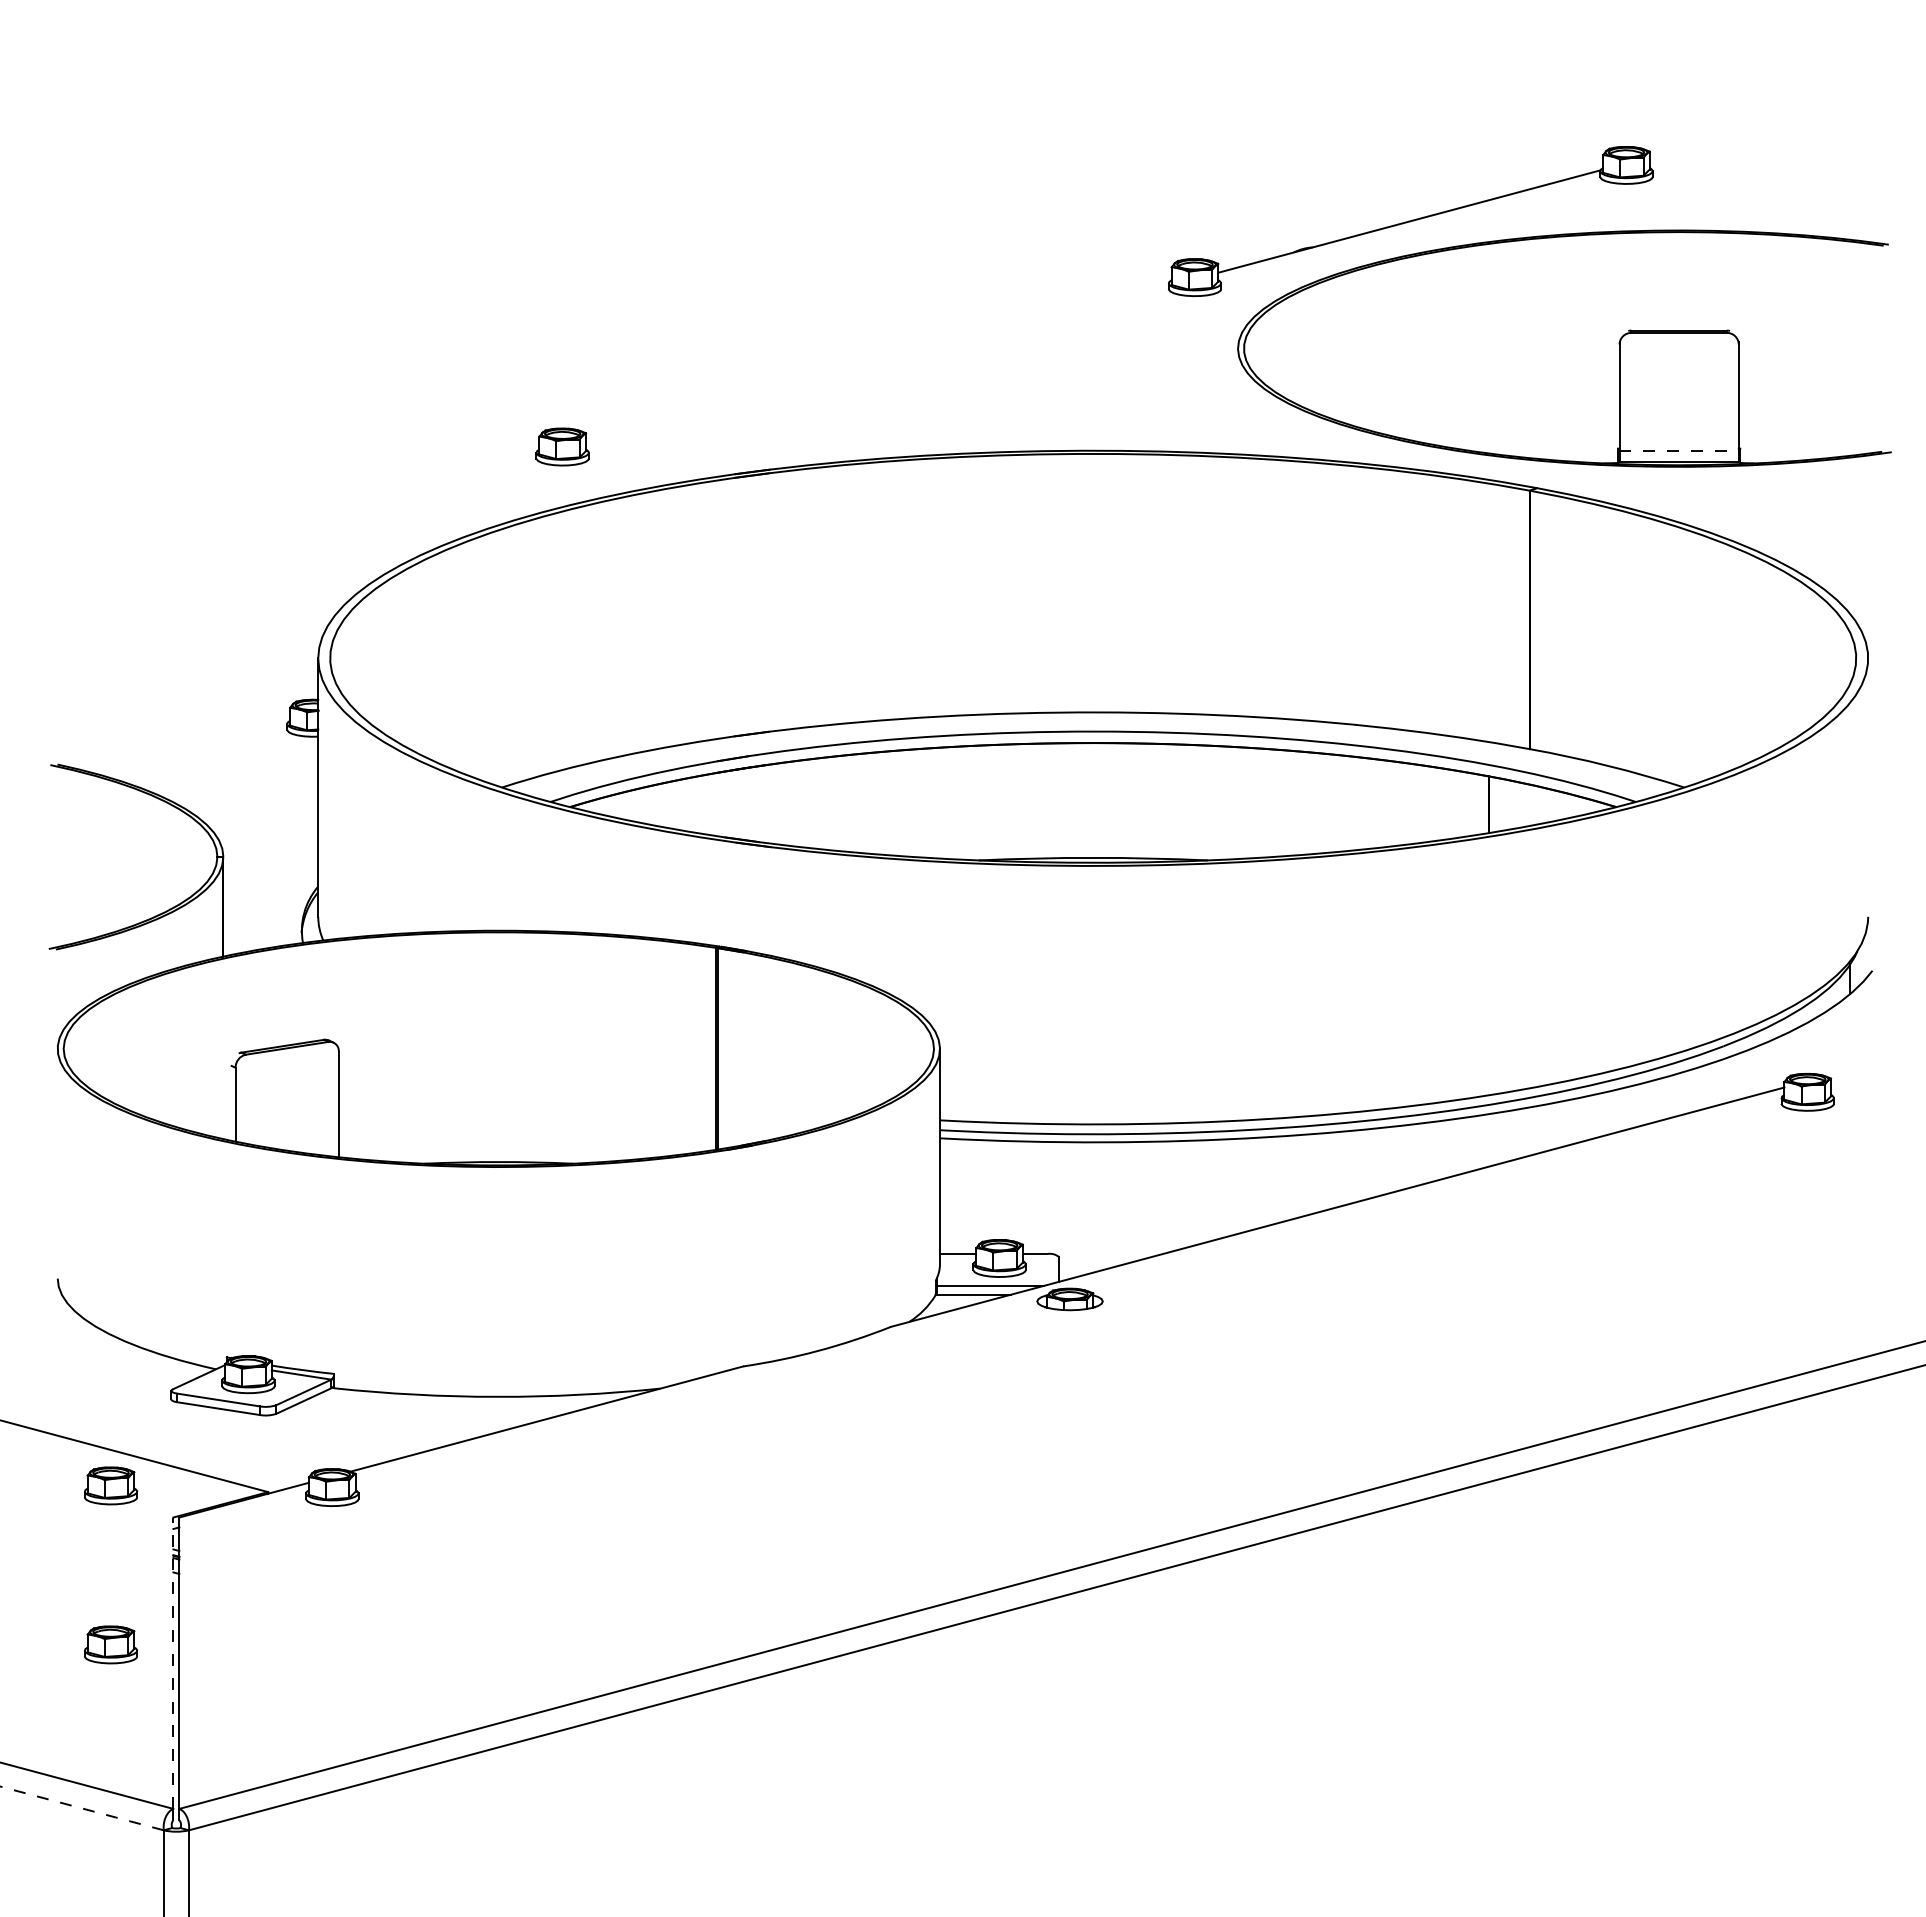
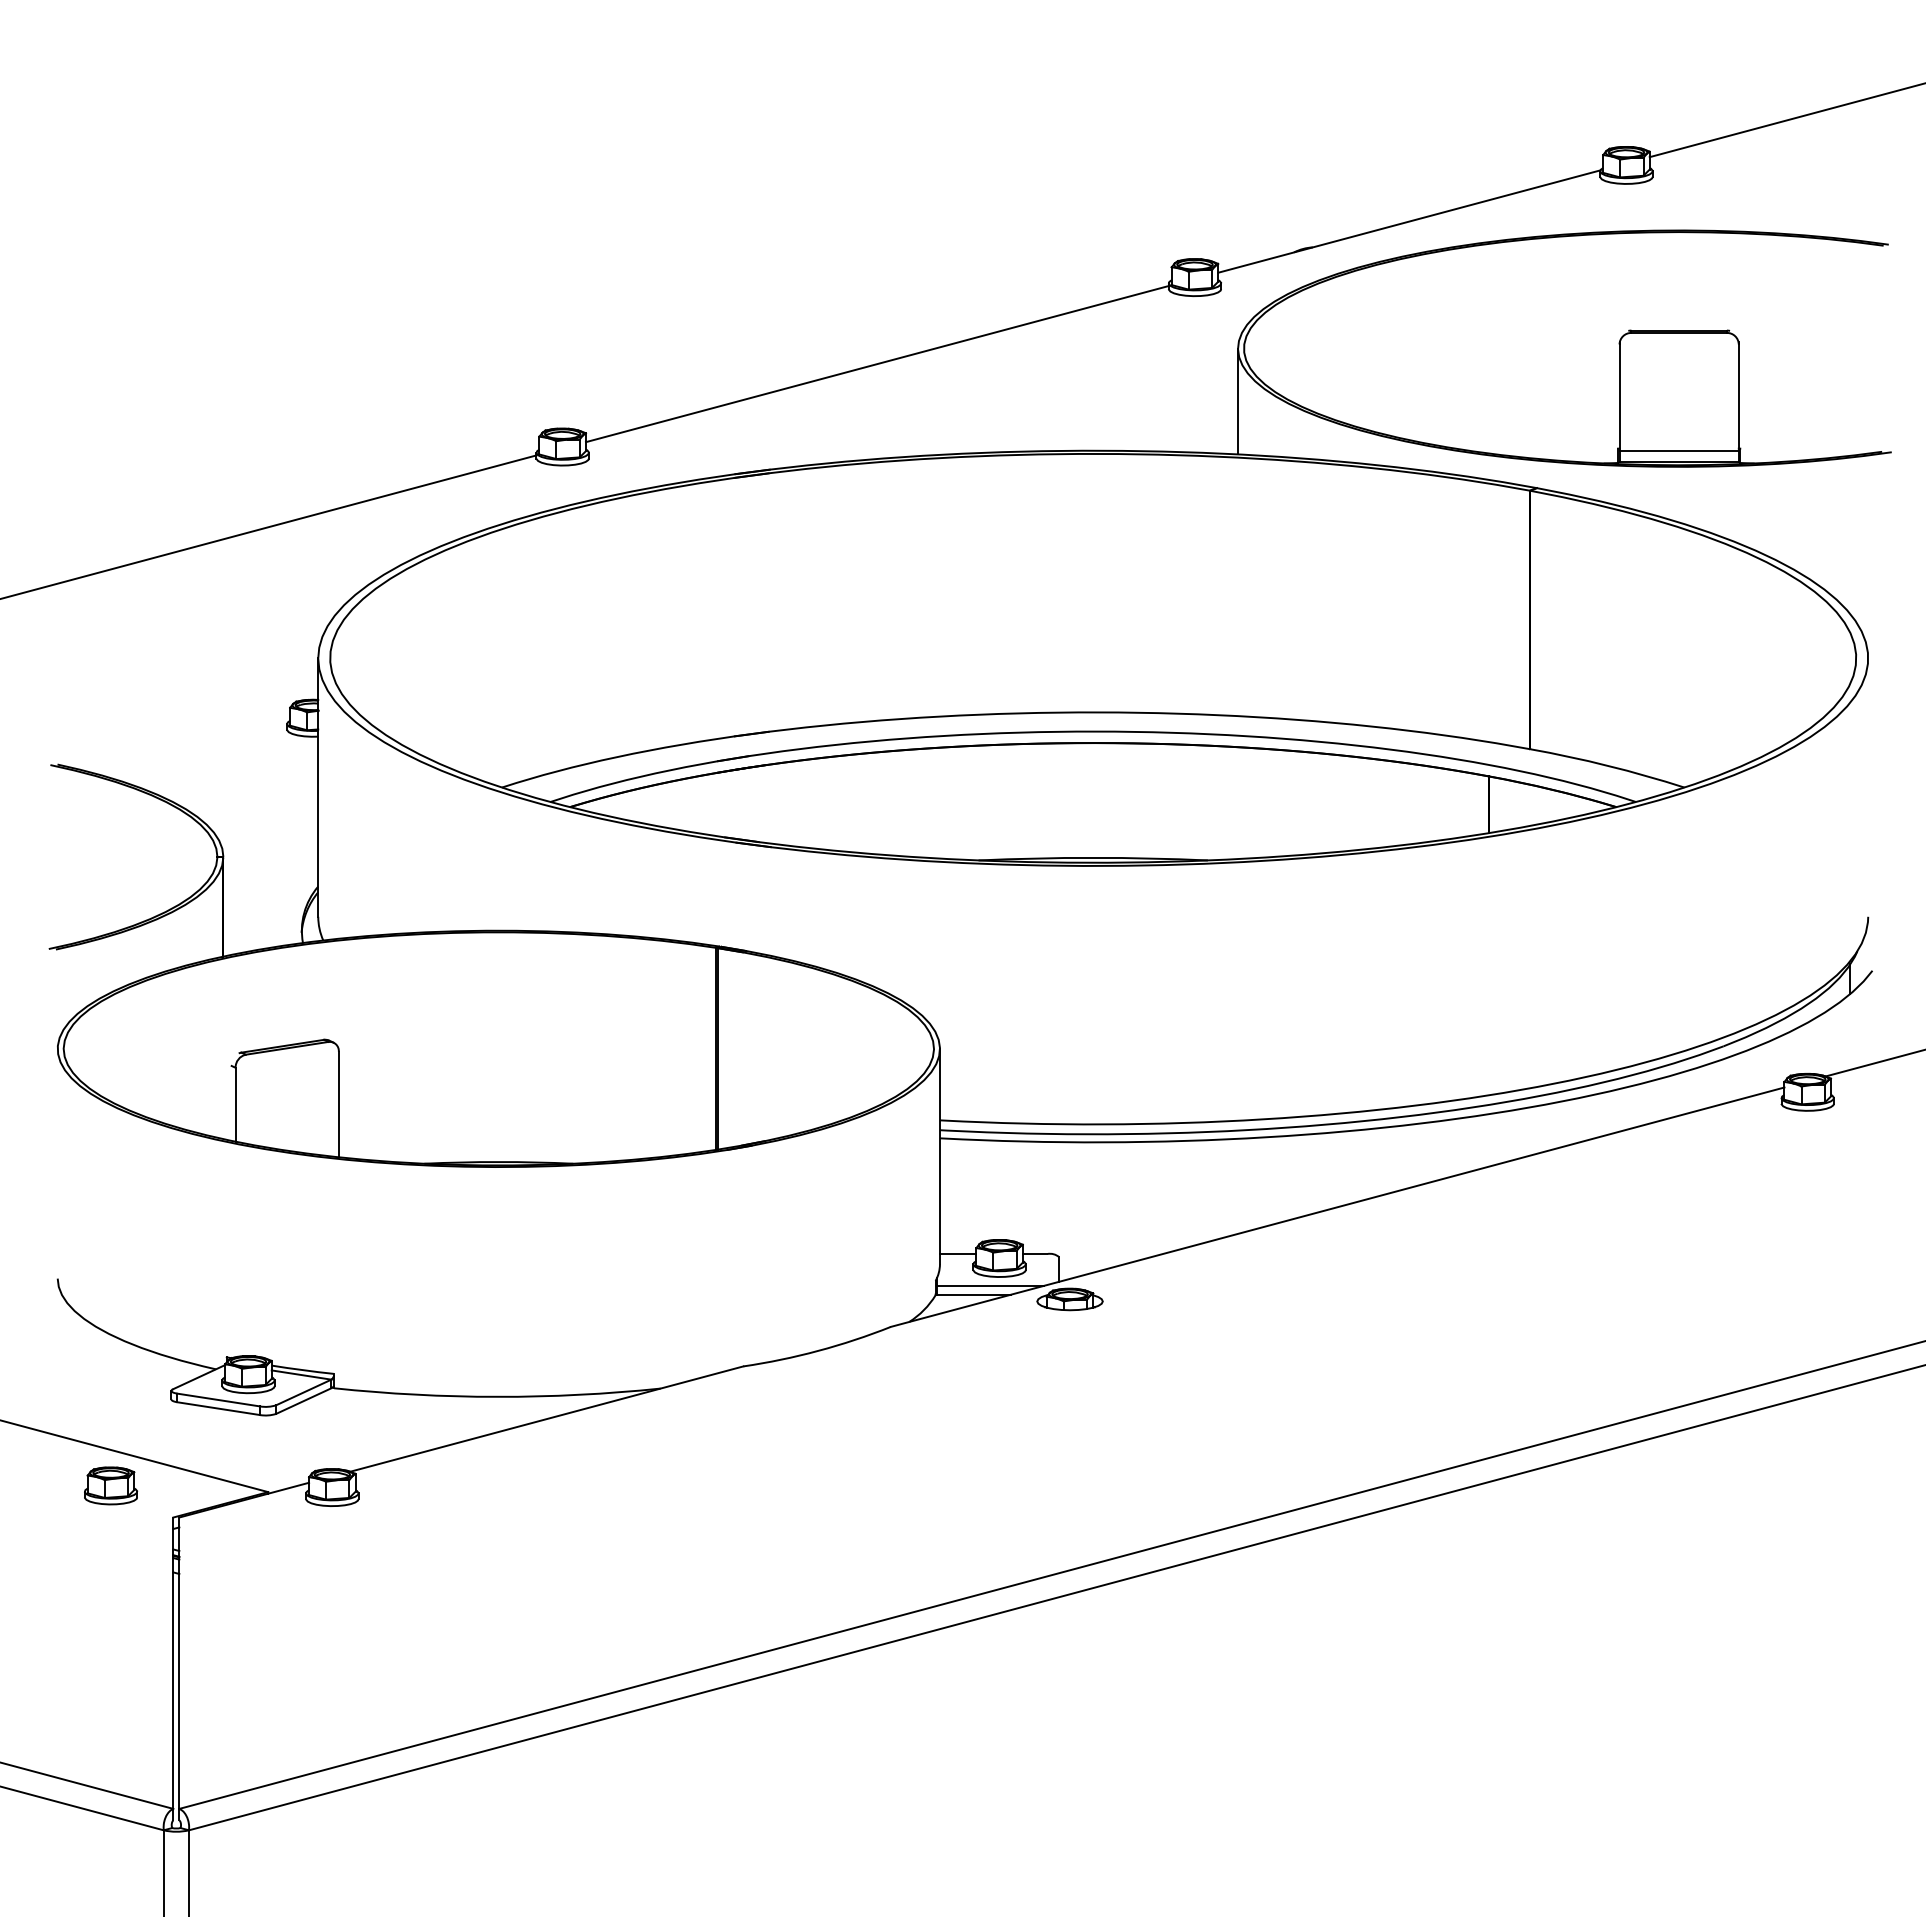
line at (1785, 120): none -> present
line at (876, 364): none -> present
line at (1238, 401): none -> present
line at (1679, 450): dashed -> solid
line at (269, 526): none -> present
line at (1873, 1063): none -> present
part at (111, 1644): present -> none
line at (173, 1663): dashed -> solid
line at (81, 1808): dashed -> solid
